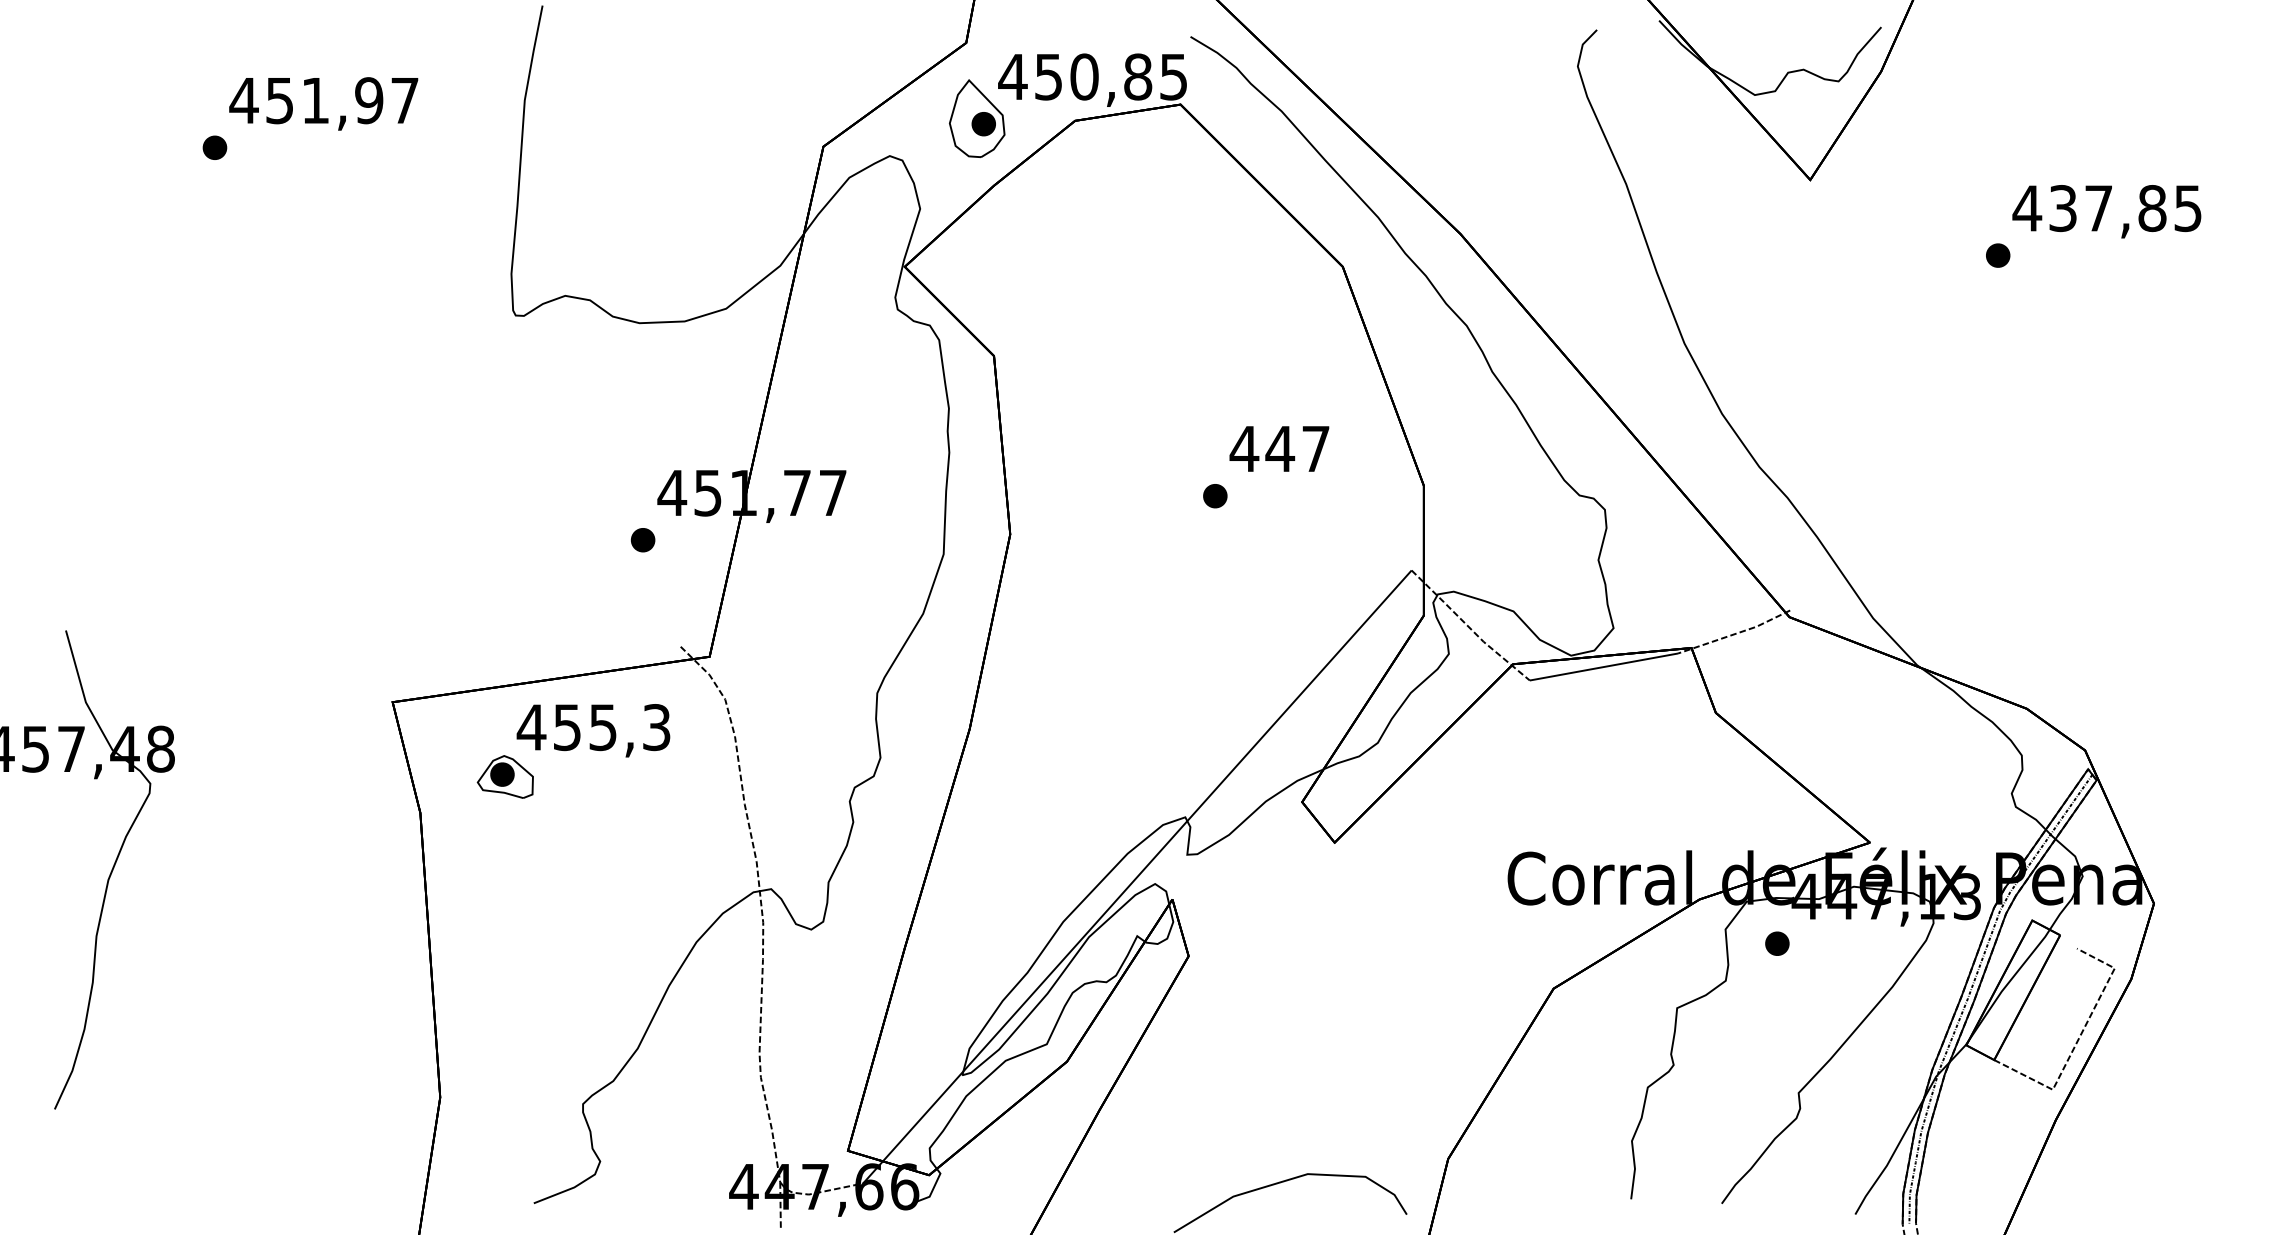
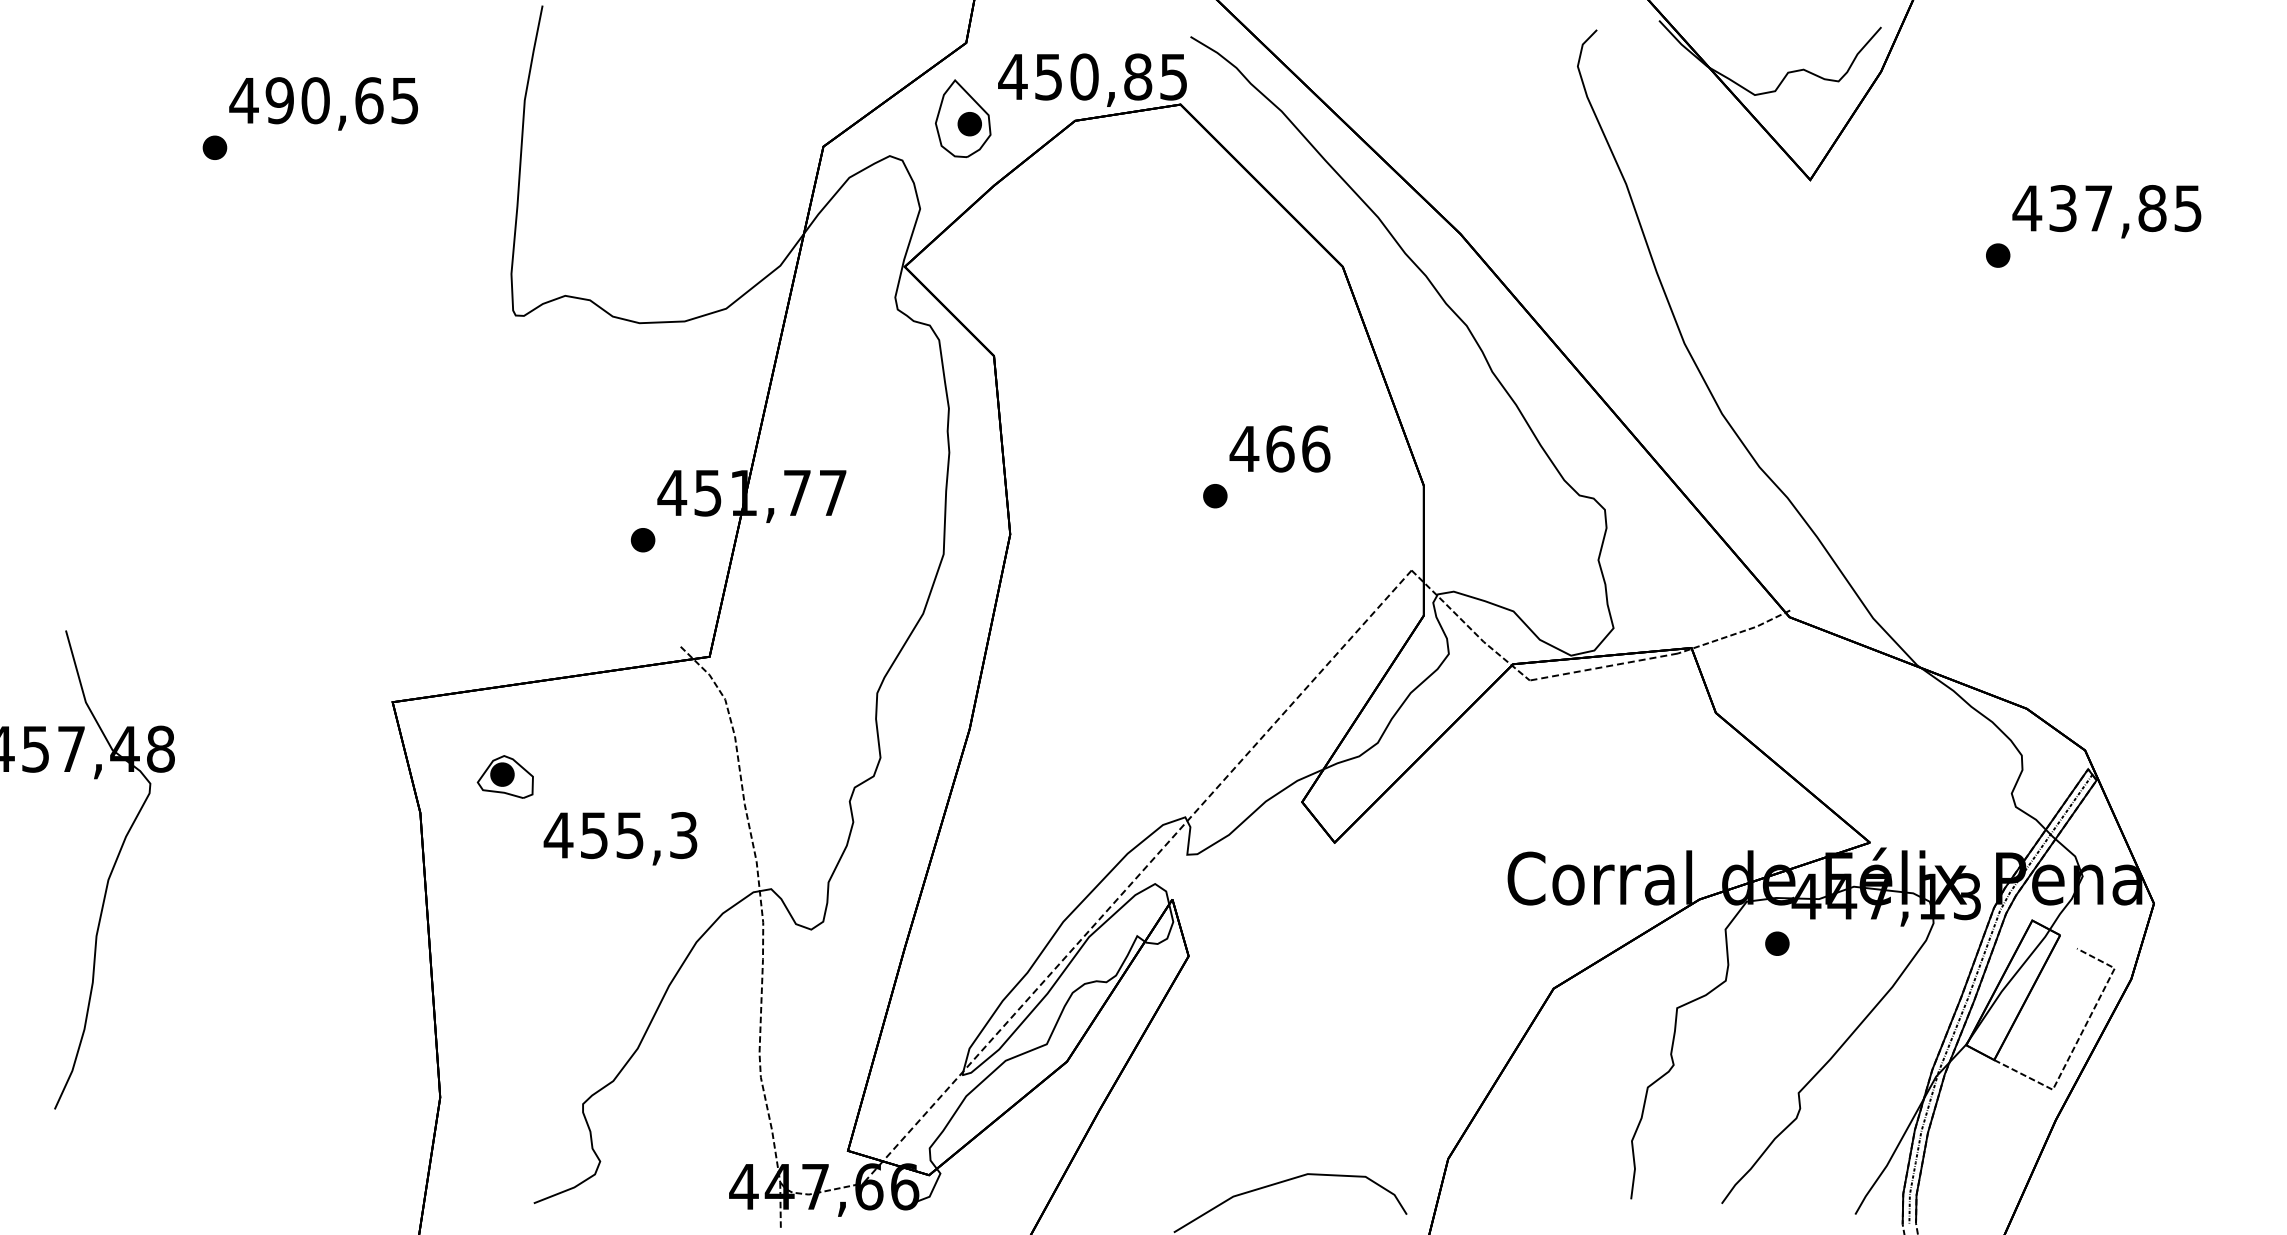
text at (341, 100): 451,97 -> 490,65
part at (977, 118) position: (977, 118) -> (963, 118)
text at (1297, 448): 447 -> 466
line at (1603, 667): solid -> dashed
text at (593, 730) position: (593, 730) -> (620, 838)
line at (1137, 877): solid -> dashed
